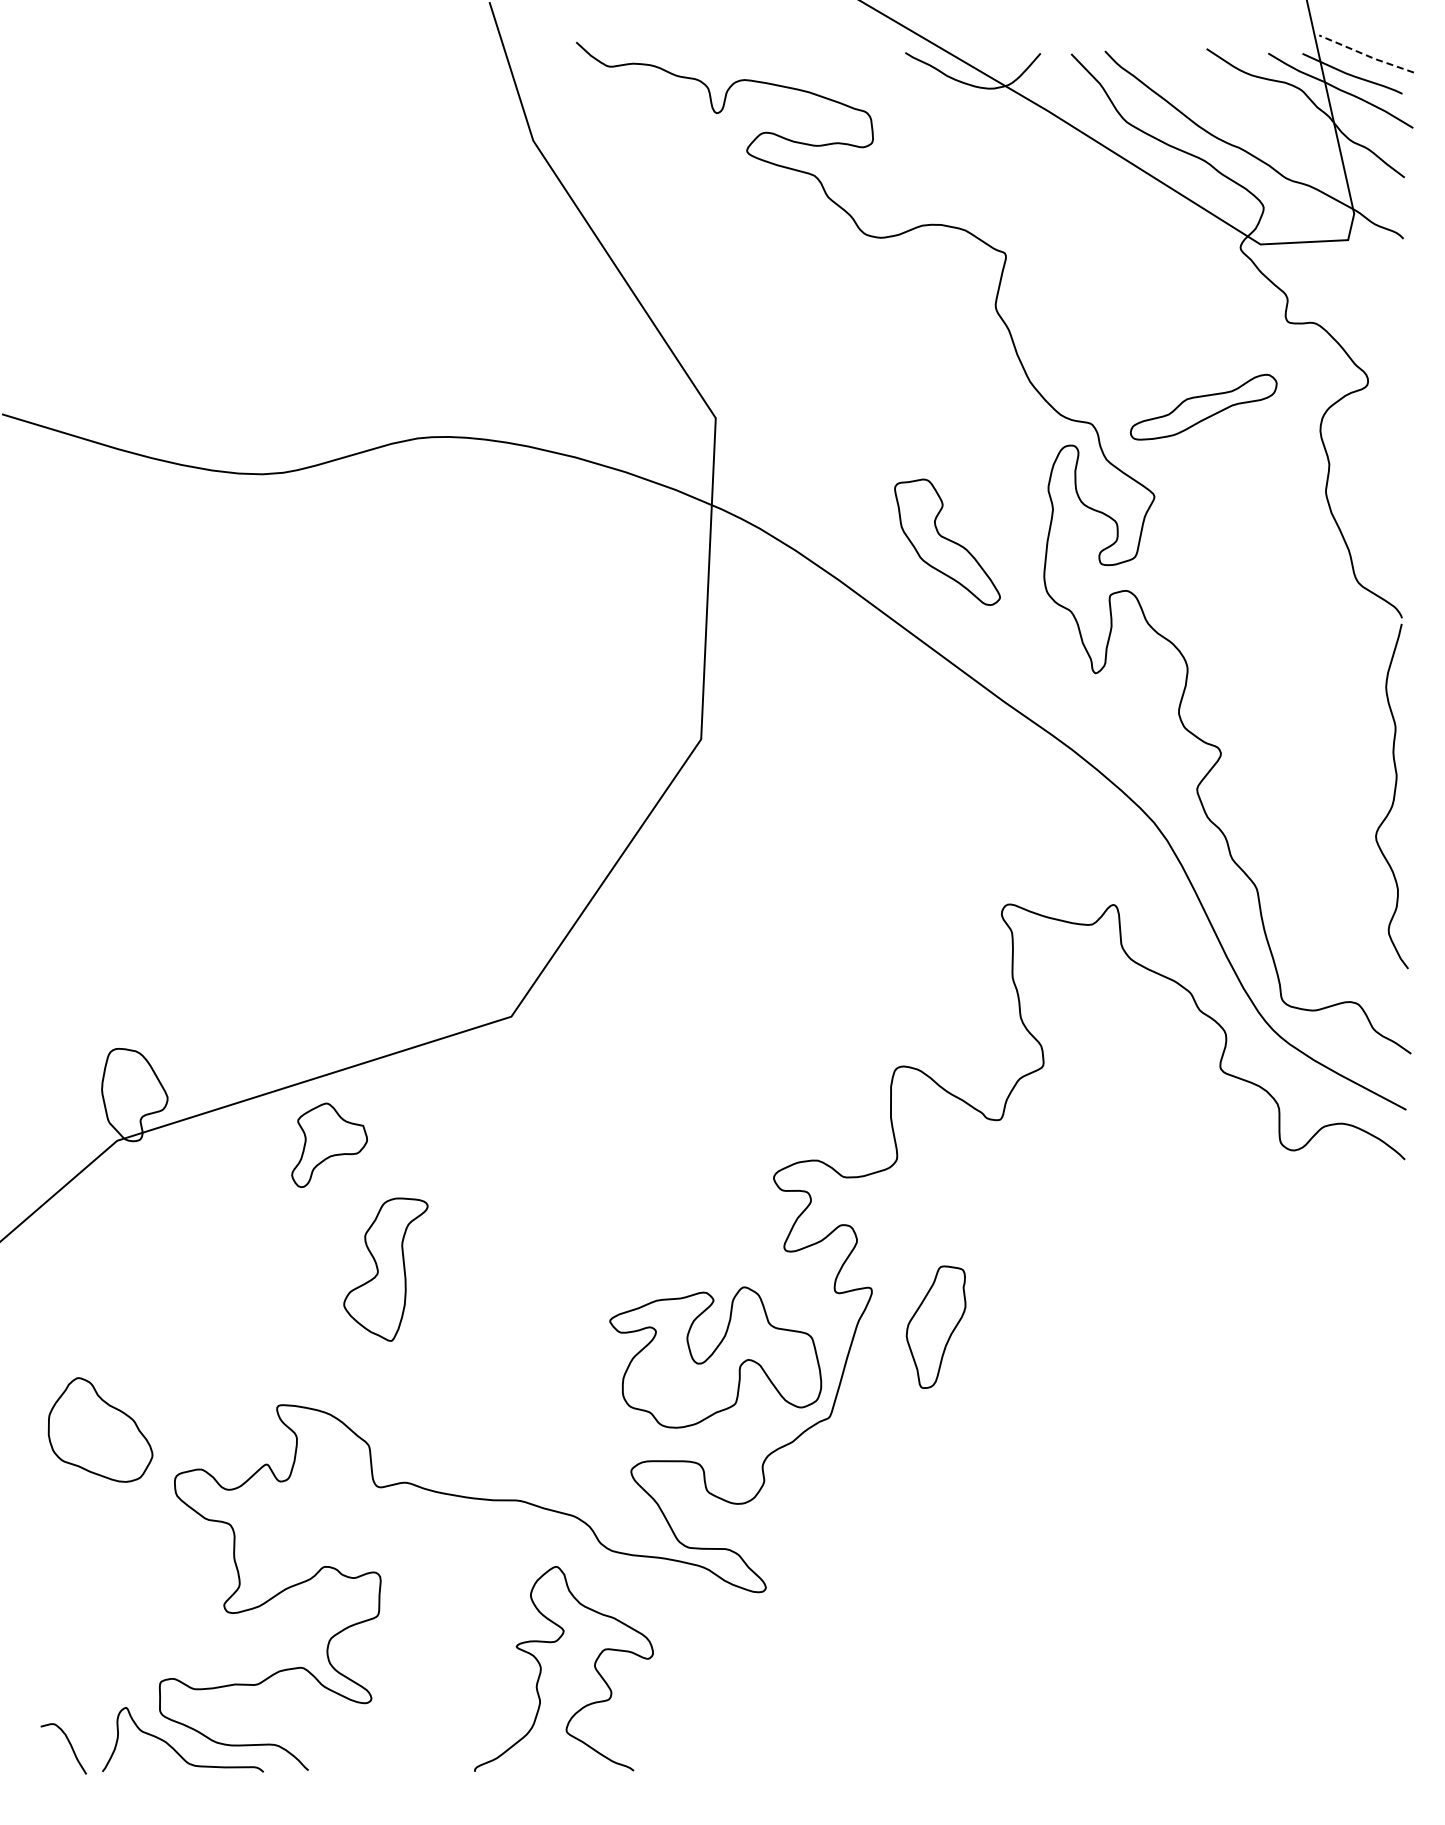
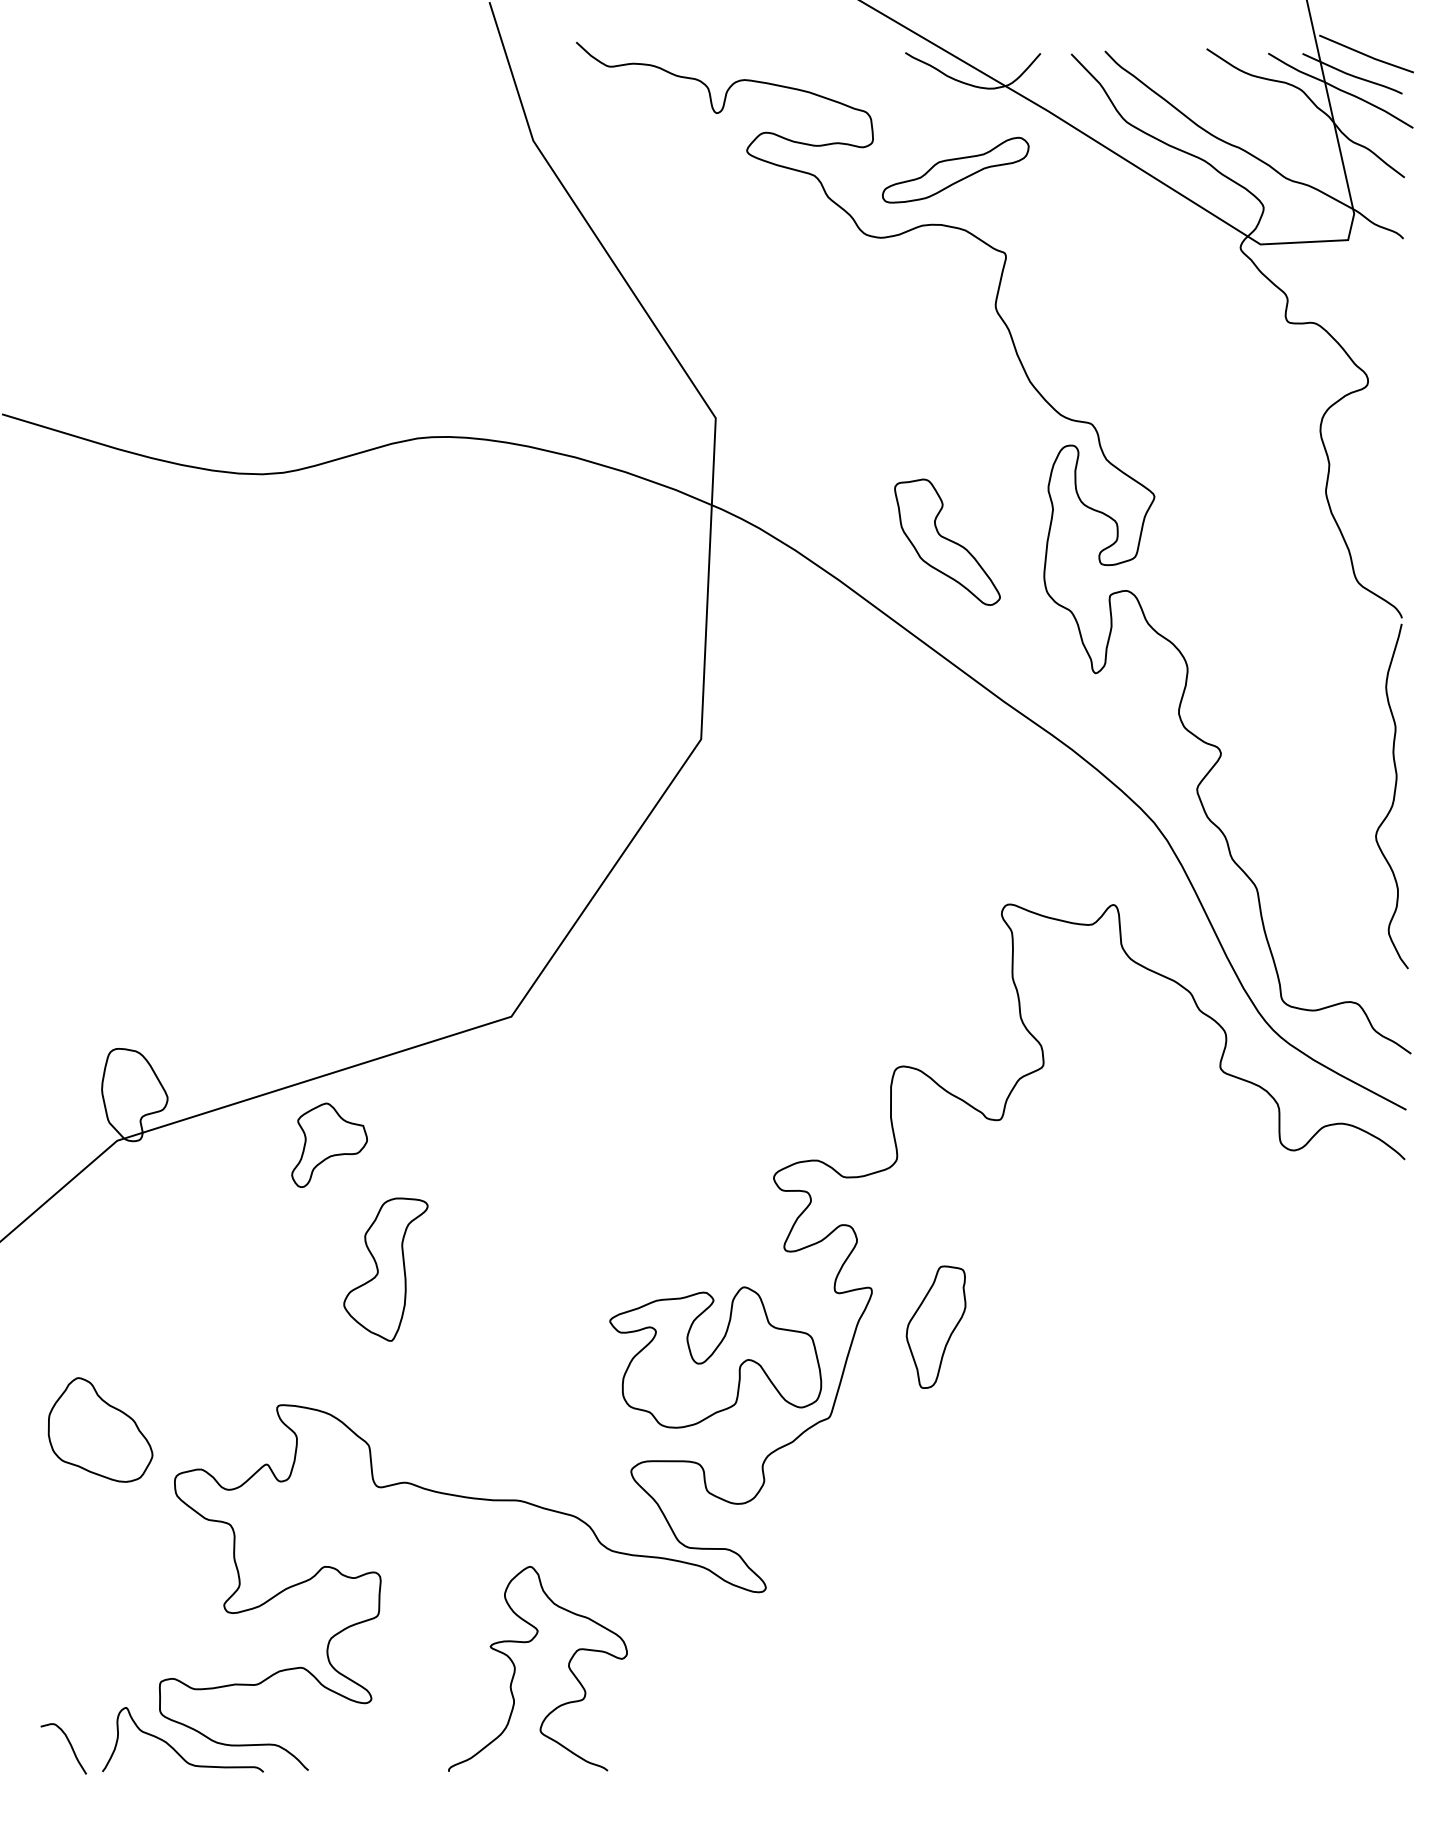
line at (1366, 55): dashed -> solid
part at (1203, 406) position: (1203, 406) -> (955, 169)
curve at (541, 1668) position: (541, 1668) -> (515, 1668)
